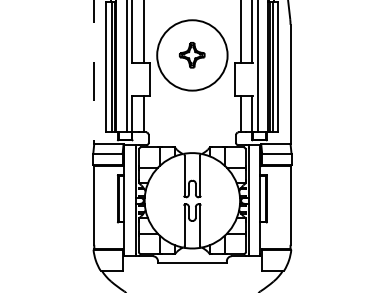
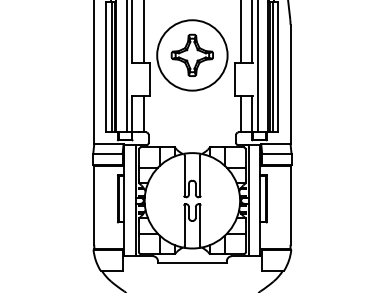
part at (191, 55) size: 28x27 px -> 44x44 px
line at (94, 72): dashed -> solid
